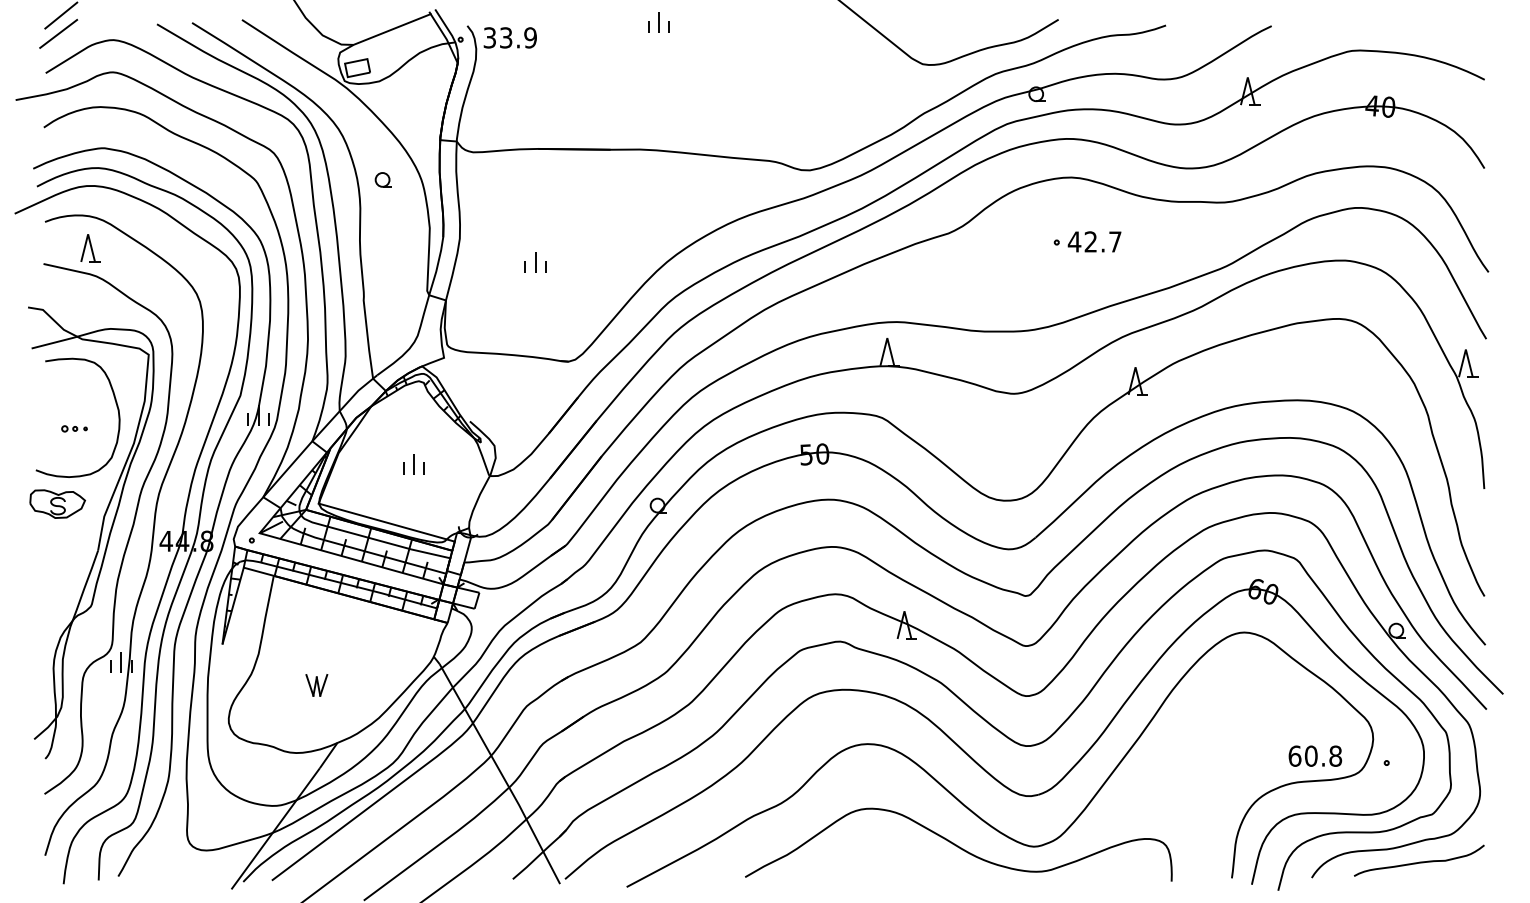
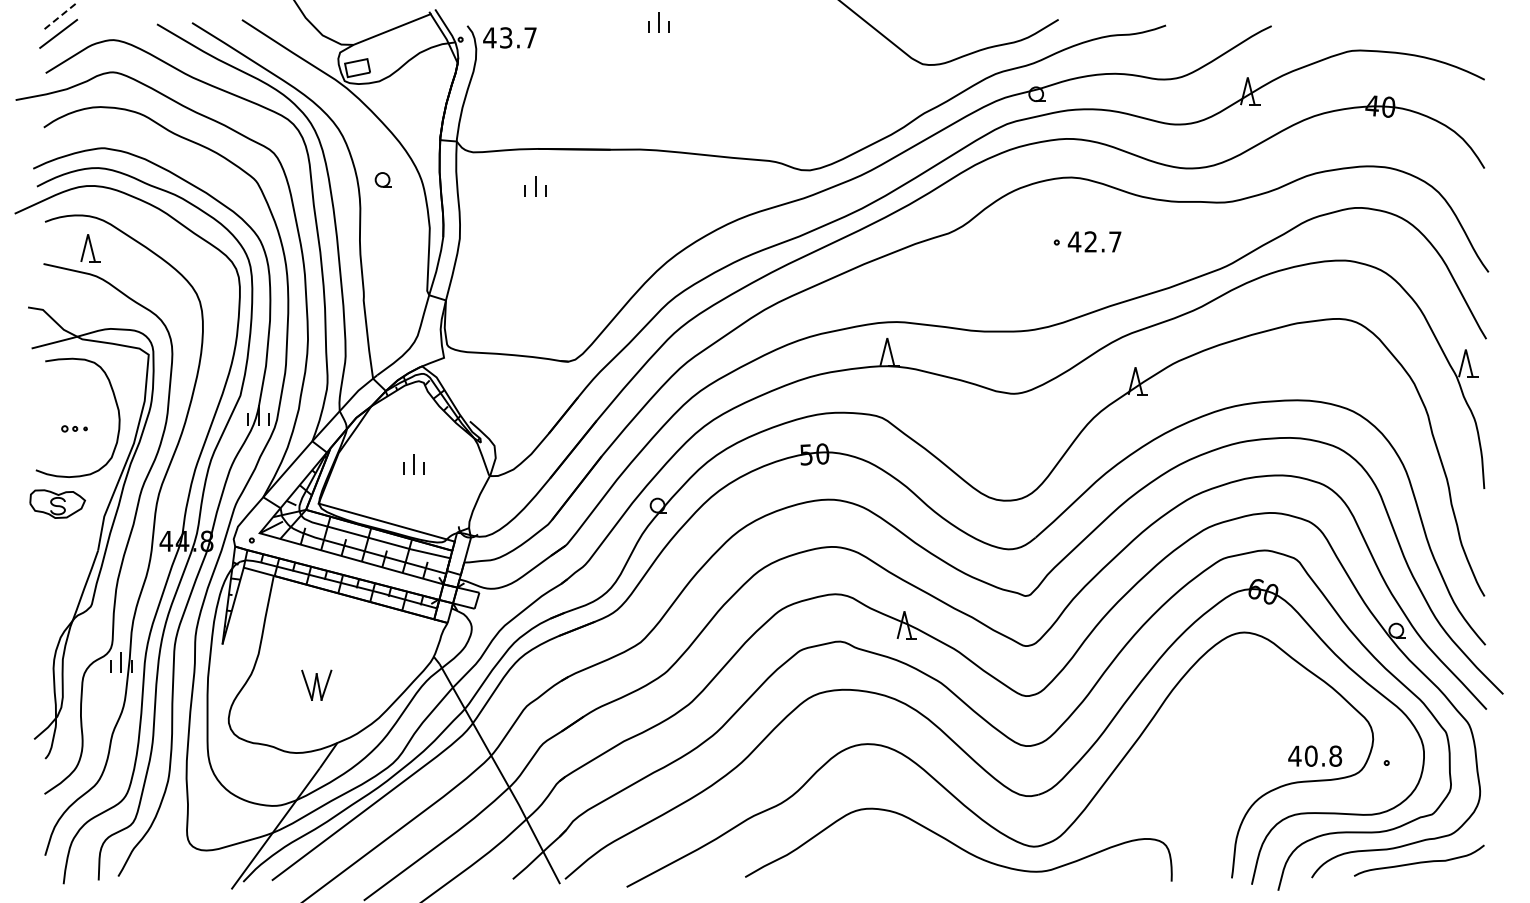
line at (61, 15): solid -> dashed
text at (509, 37): 33.9 -> 43.7
part at (535, 262) position: (535, 262) -> (535, 186)
part at (316, 685) size: 24x23 px -> 32x32 px
text at (1294, 755): 60.8 -> 40.8
